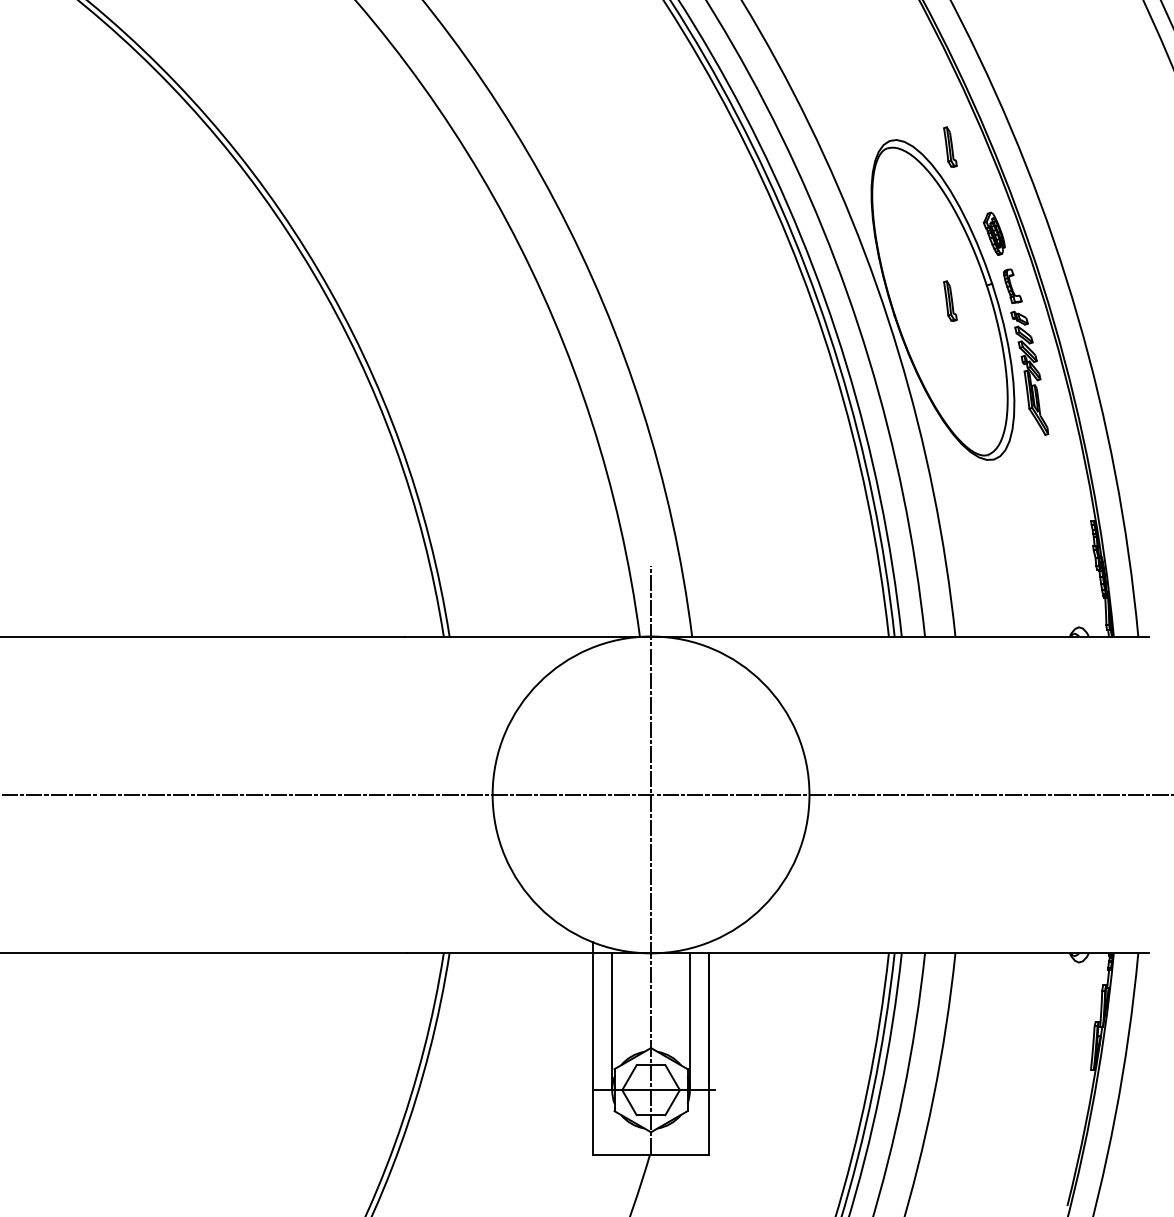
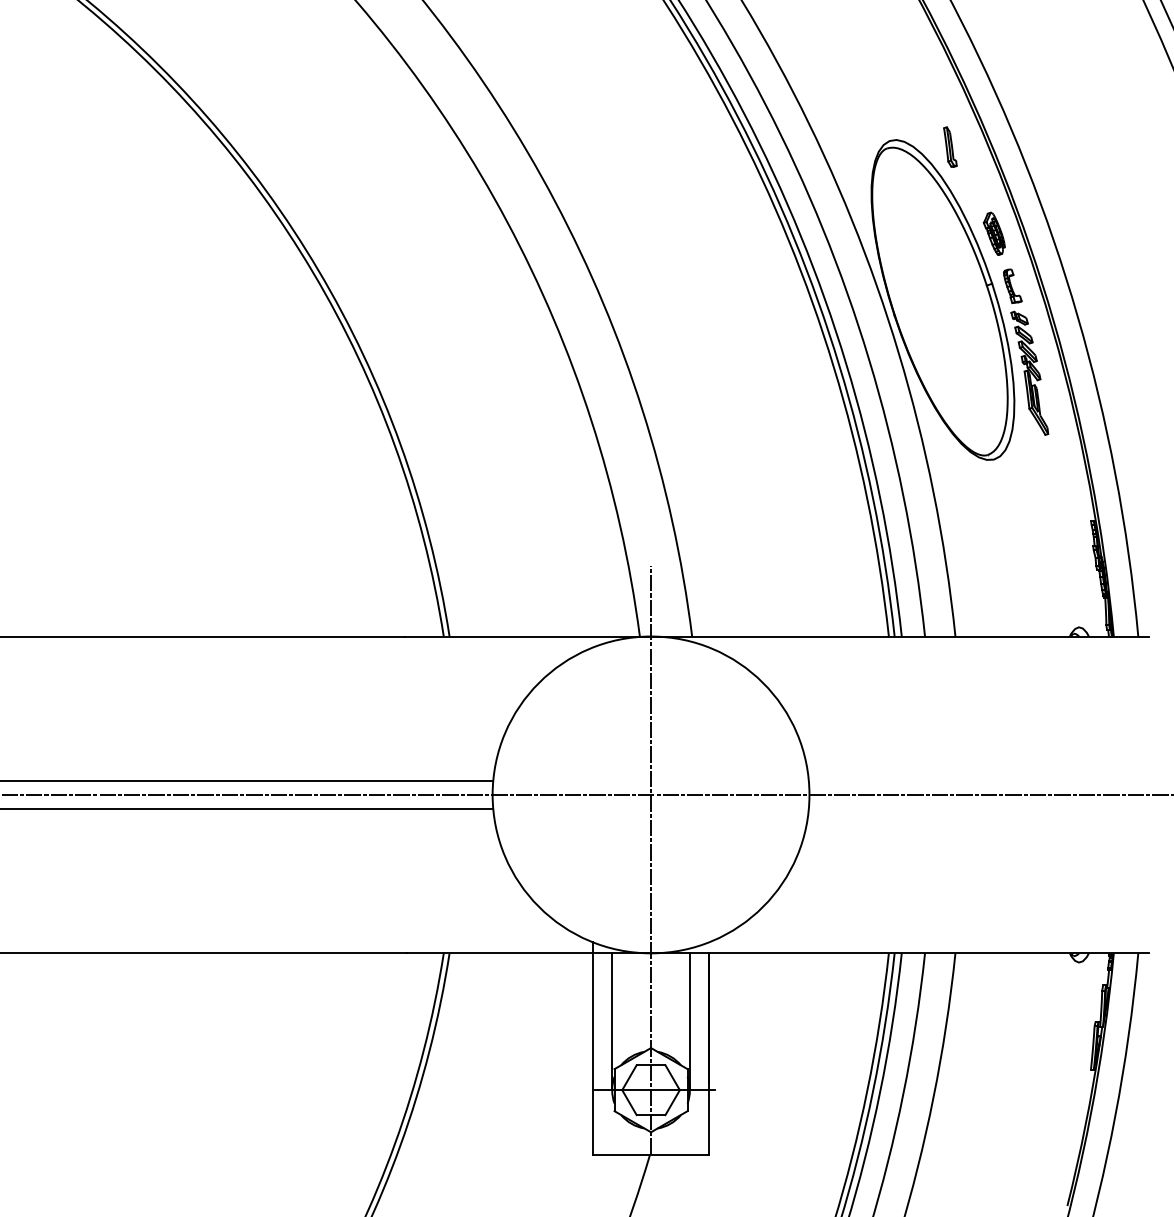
part at (950, 300): present -> none
line at (247, 780): none -> present
line at (247, 809): none -> present
